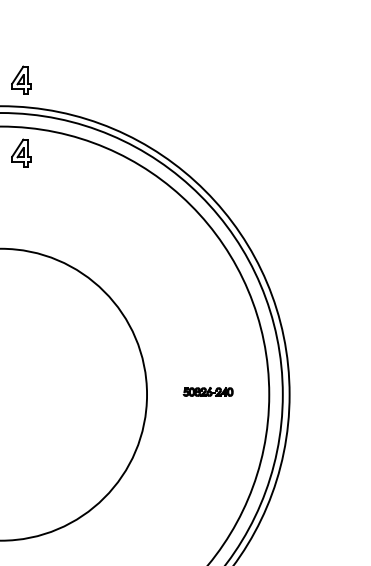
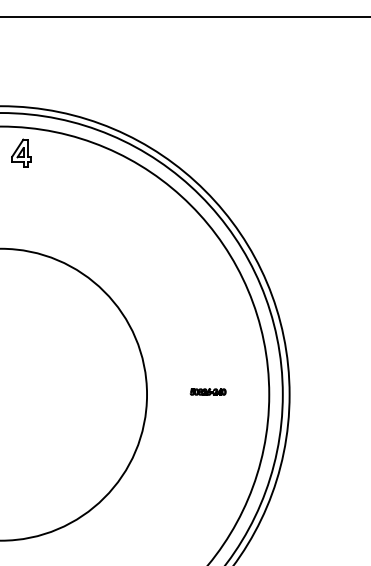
line at (184, 16): none -> present
part at (21, 79): present -> none
part at (207, 391) size: 52x10 px -> 38x8 px
